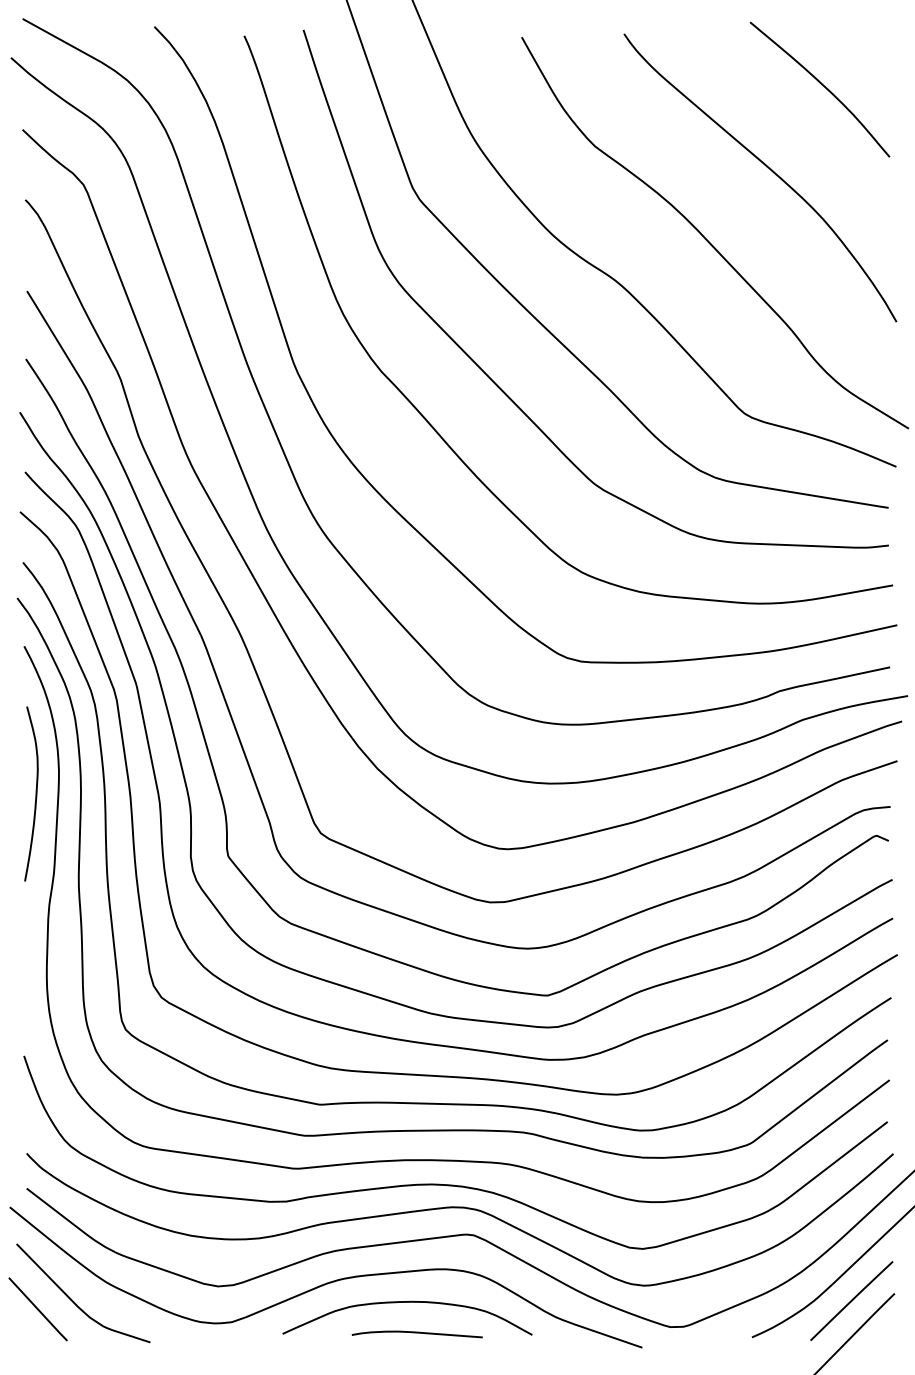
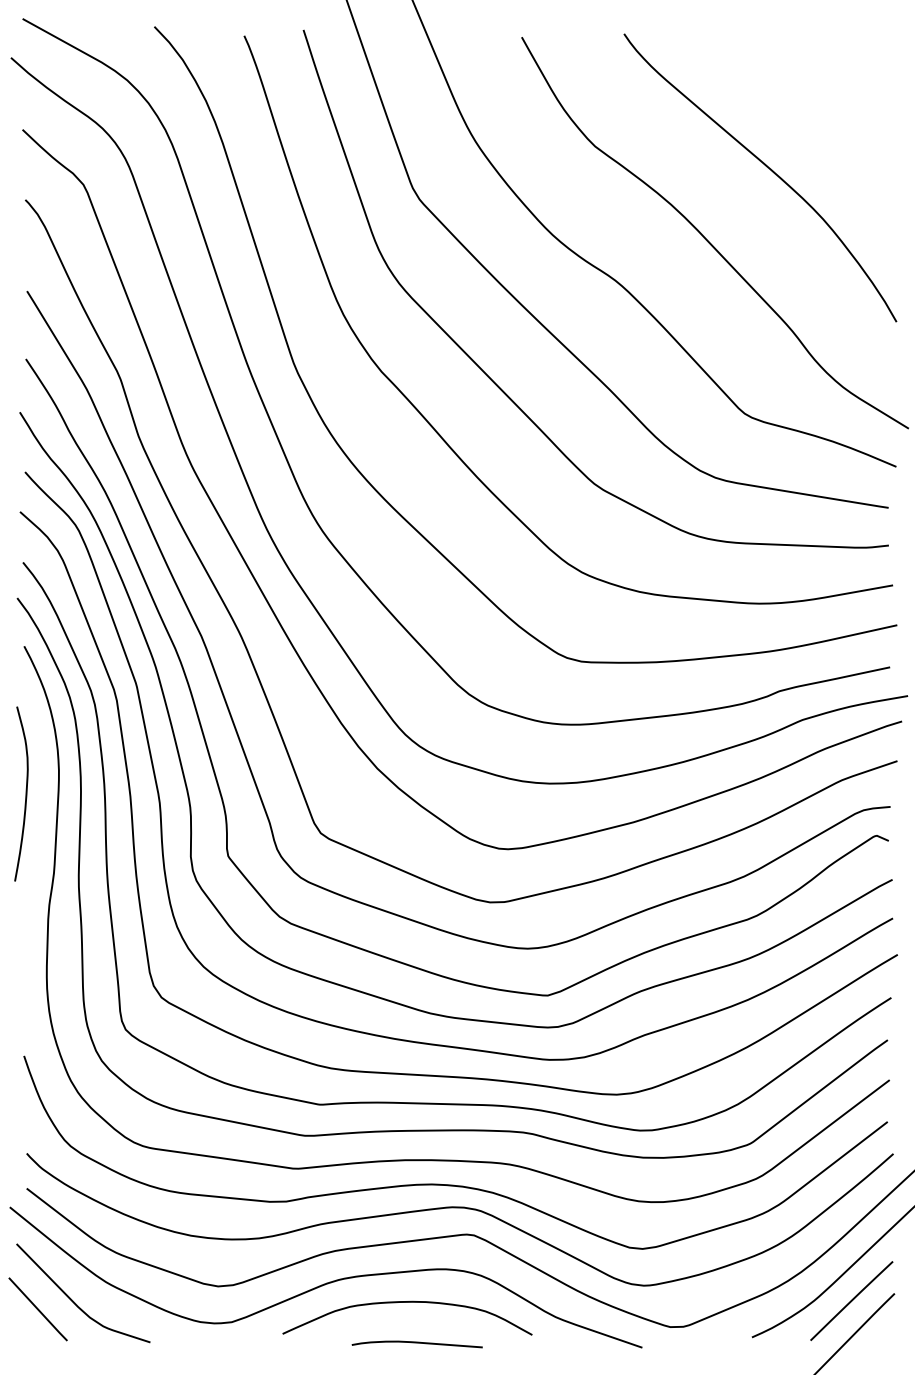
curve at (821, 85): present -> none
curve at (35, 793) position: (35, 793) -> (25, 793)
curve at (416, 1333) position: (416, 1333) -> (416, 1343)
